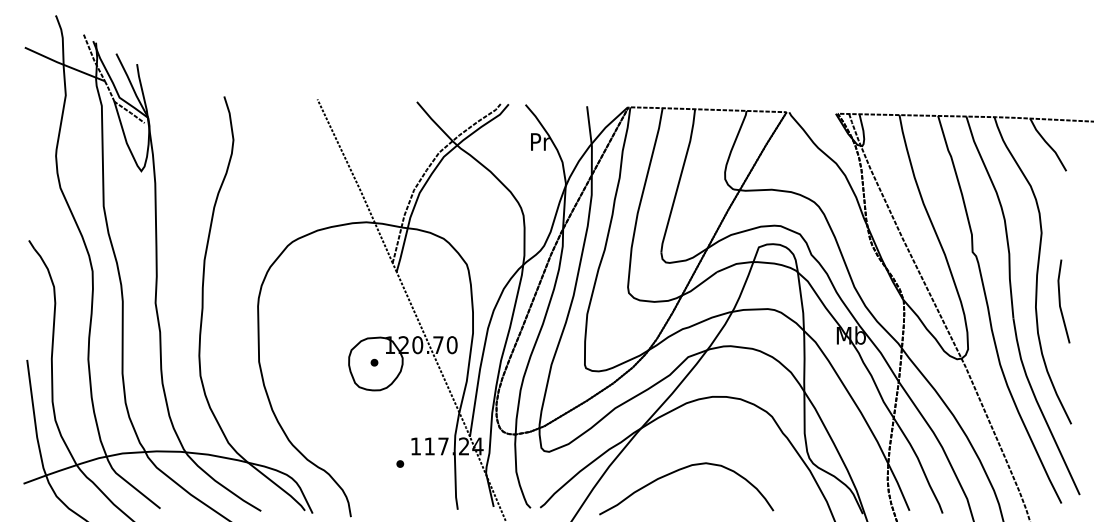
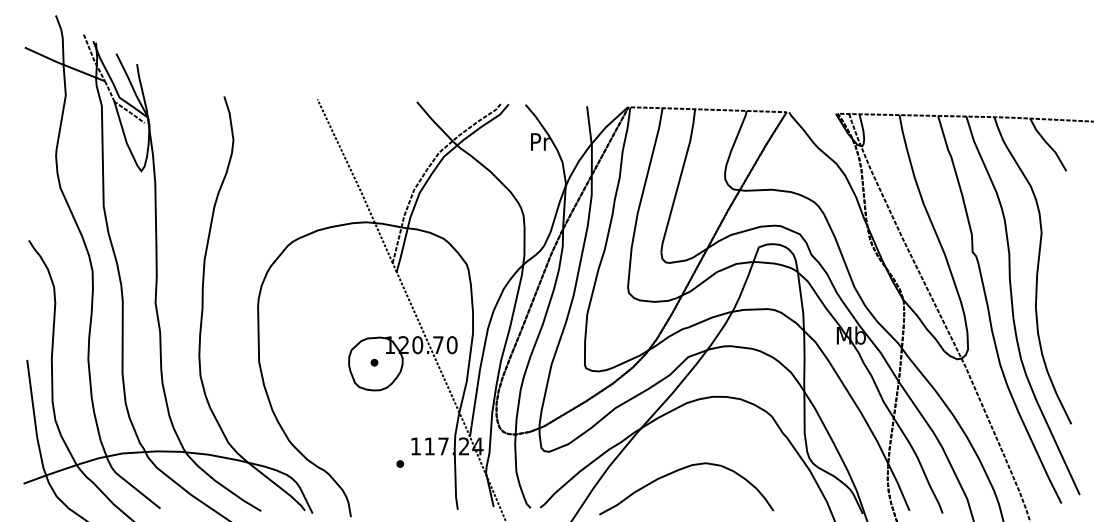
line at (1060, 301): present -> none
